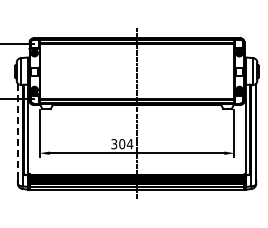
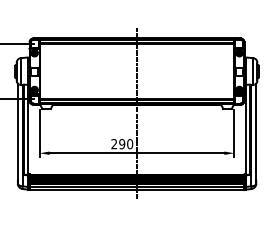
line at (17, 132): dashed -> solid
text at (122, 144): 304 -> 290
